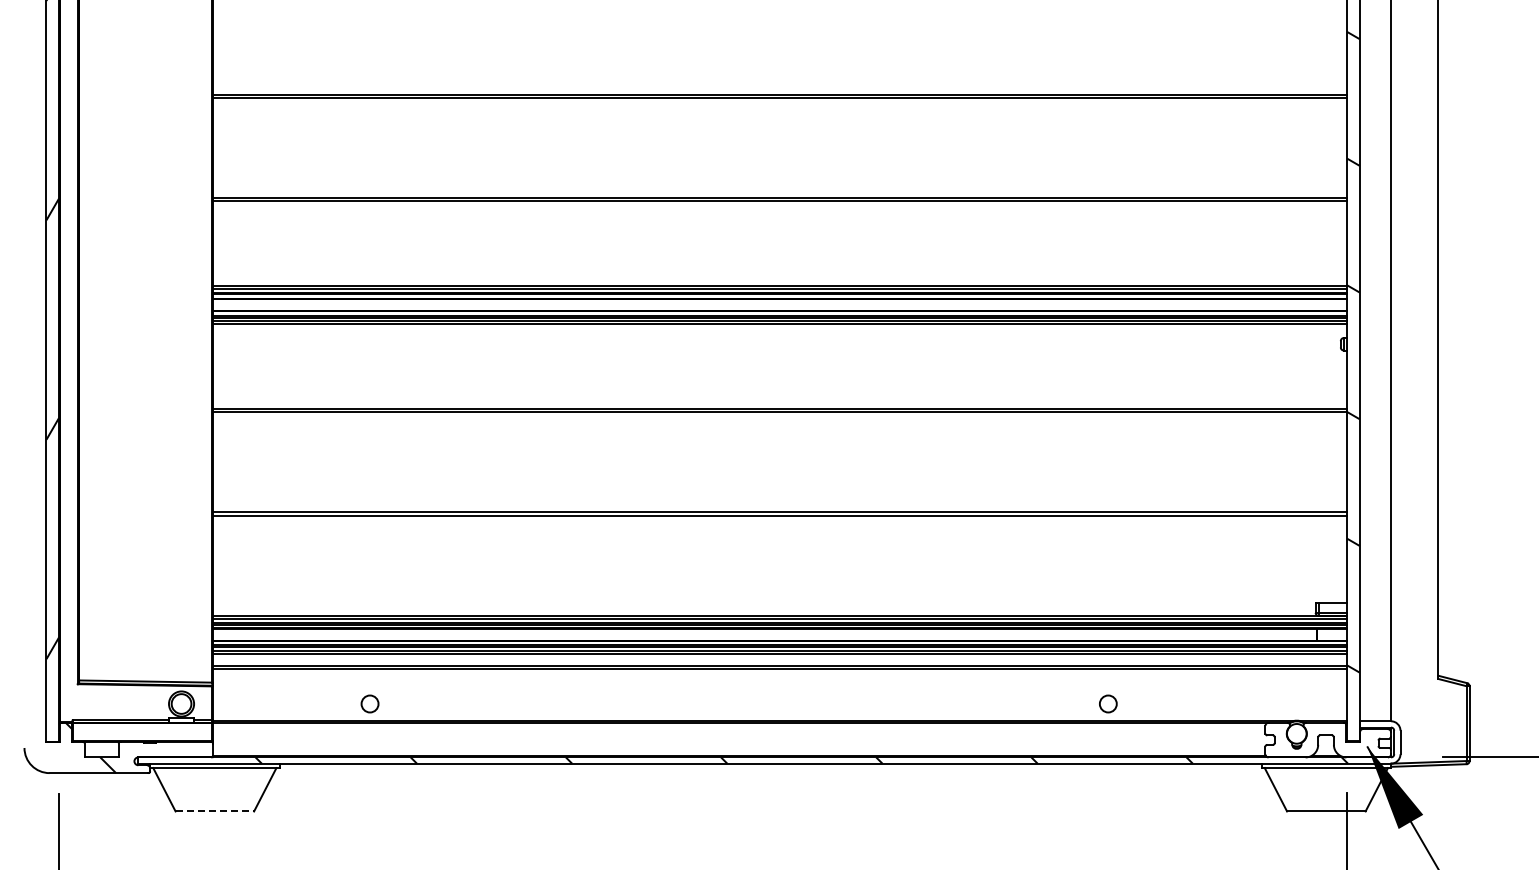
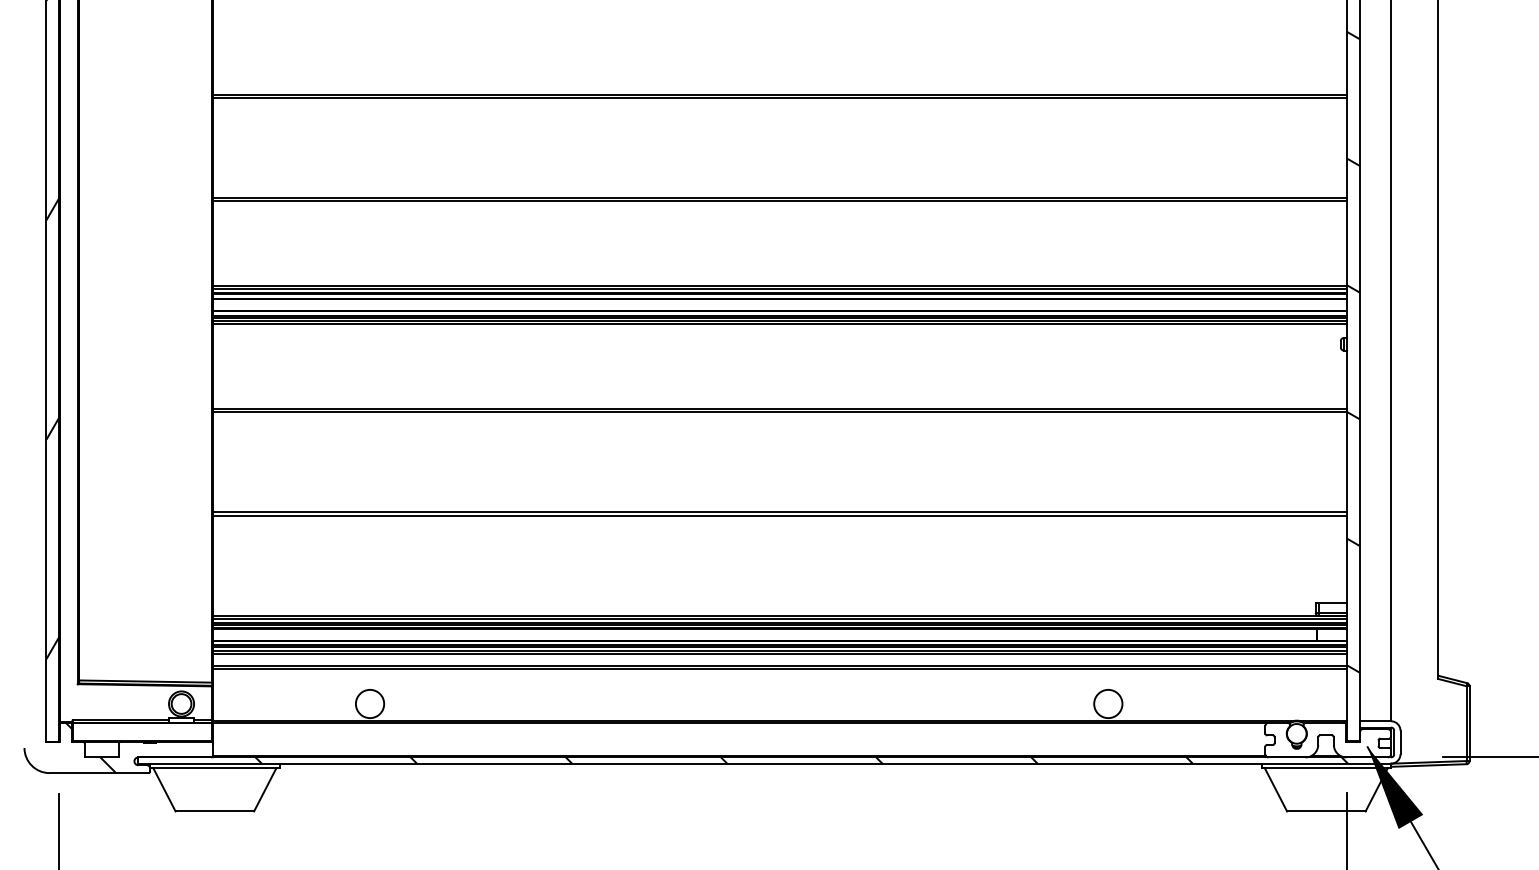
circle at (369, 703) diameter: 17 px -> 28 px
circle at (1107, 703) diameter: 17 px -> 28 px
line at (215, 811): dashed -> solid
